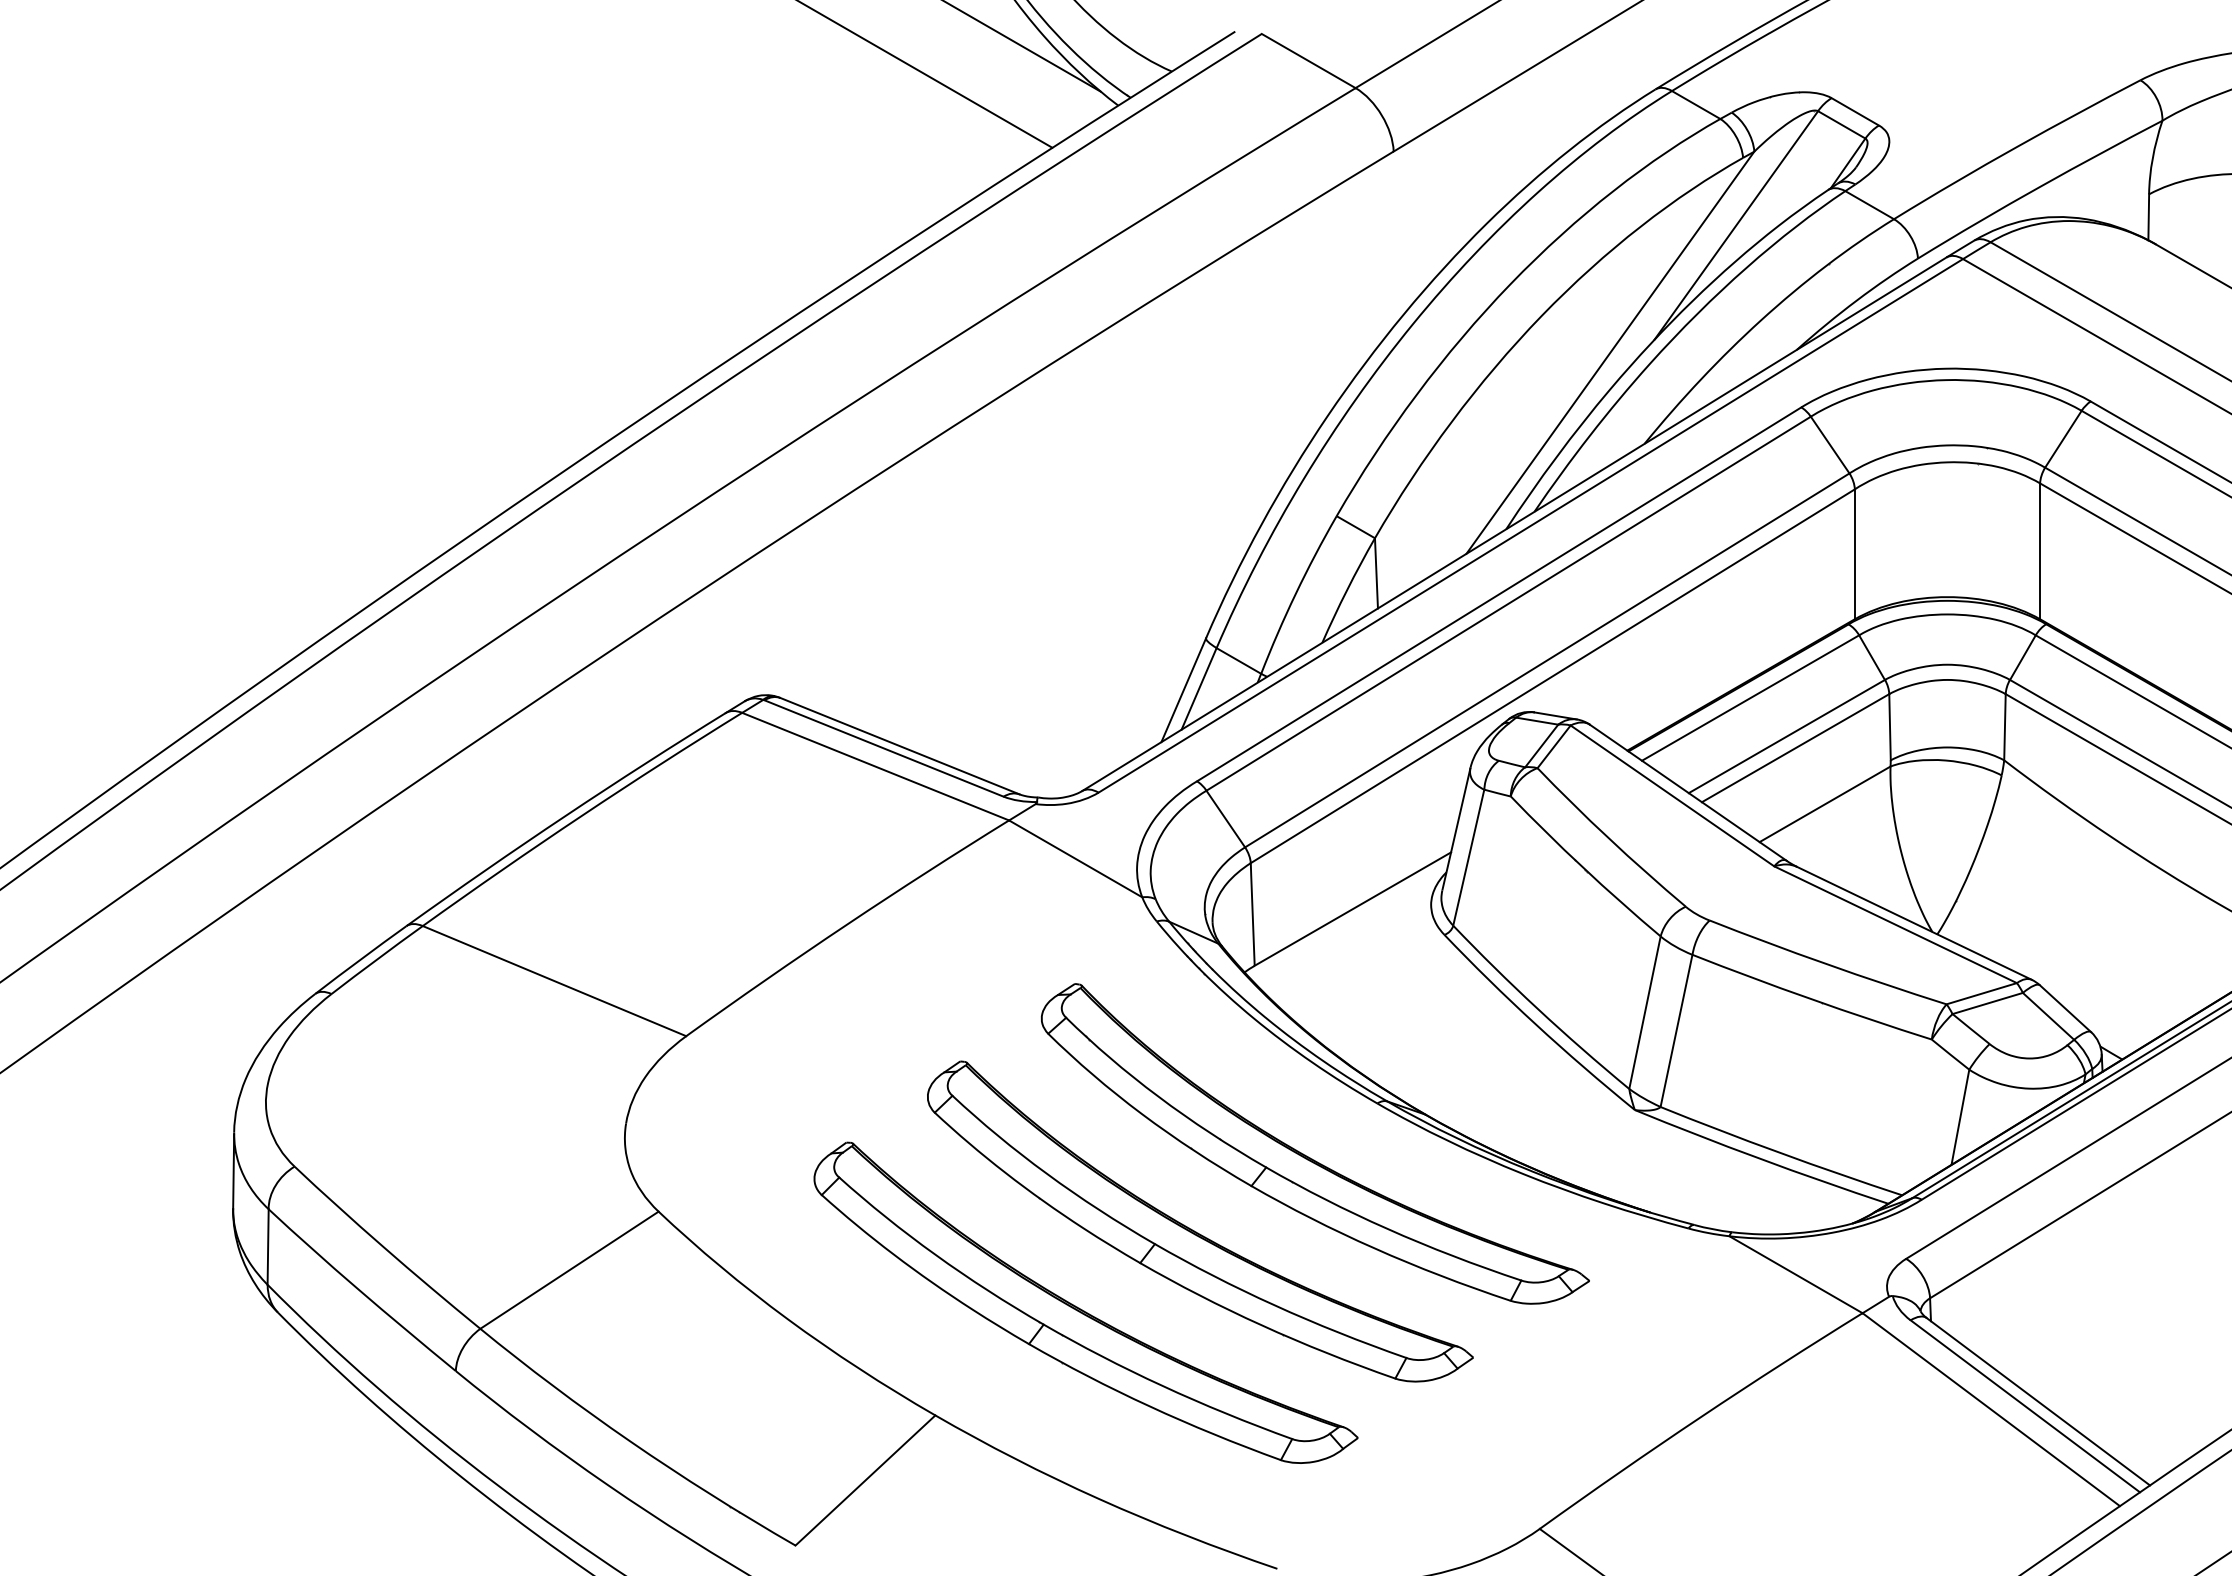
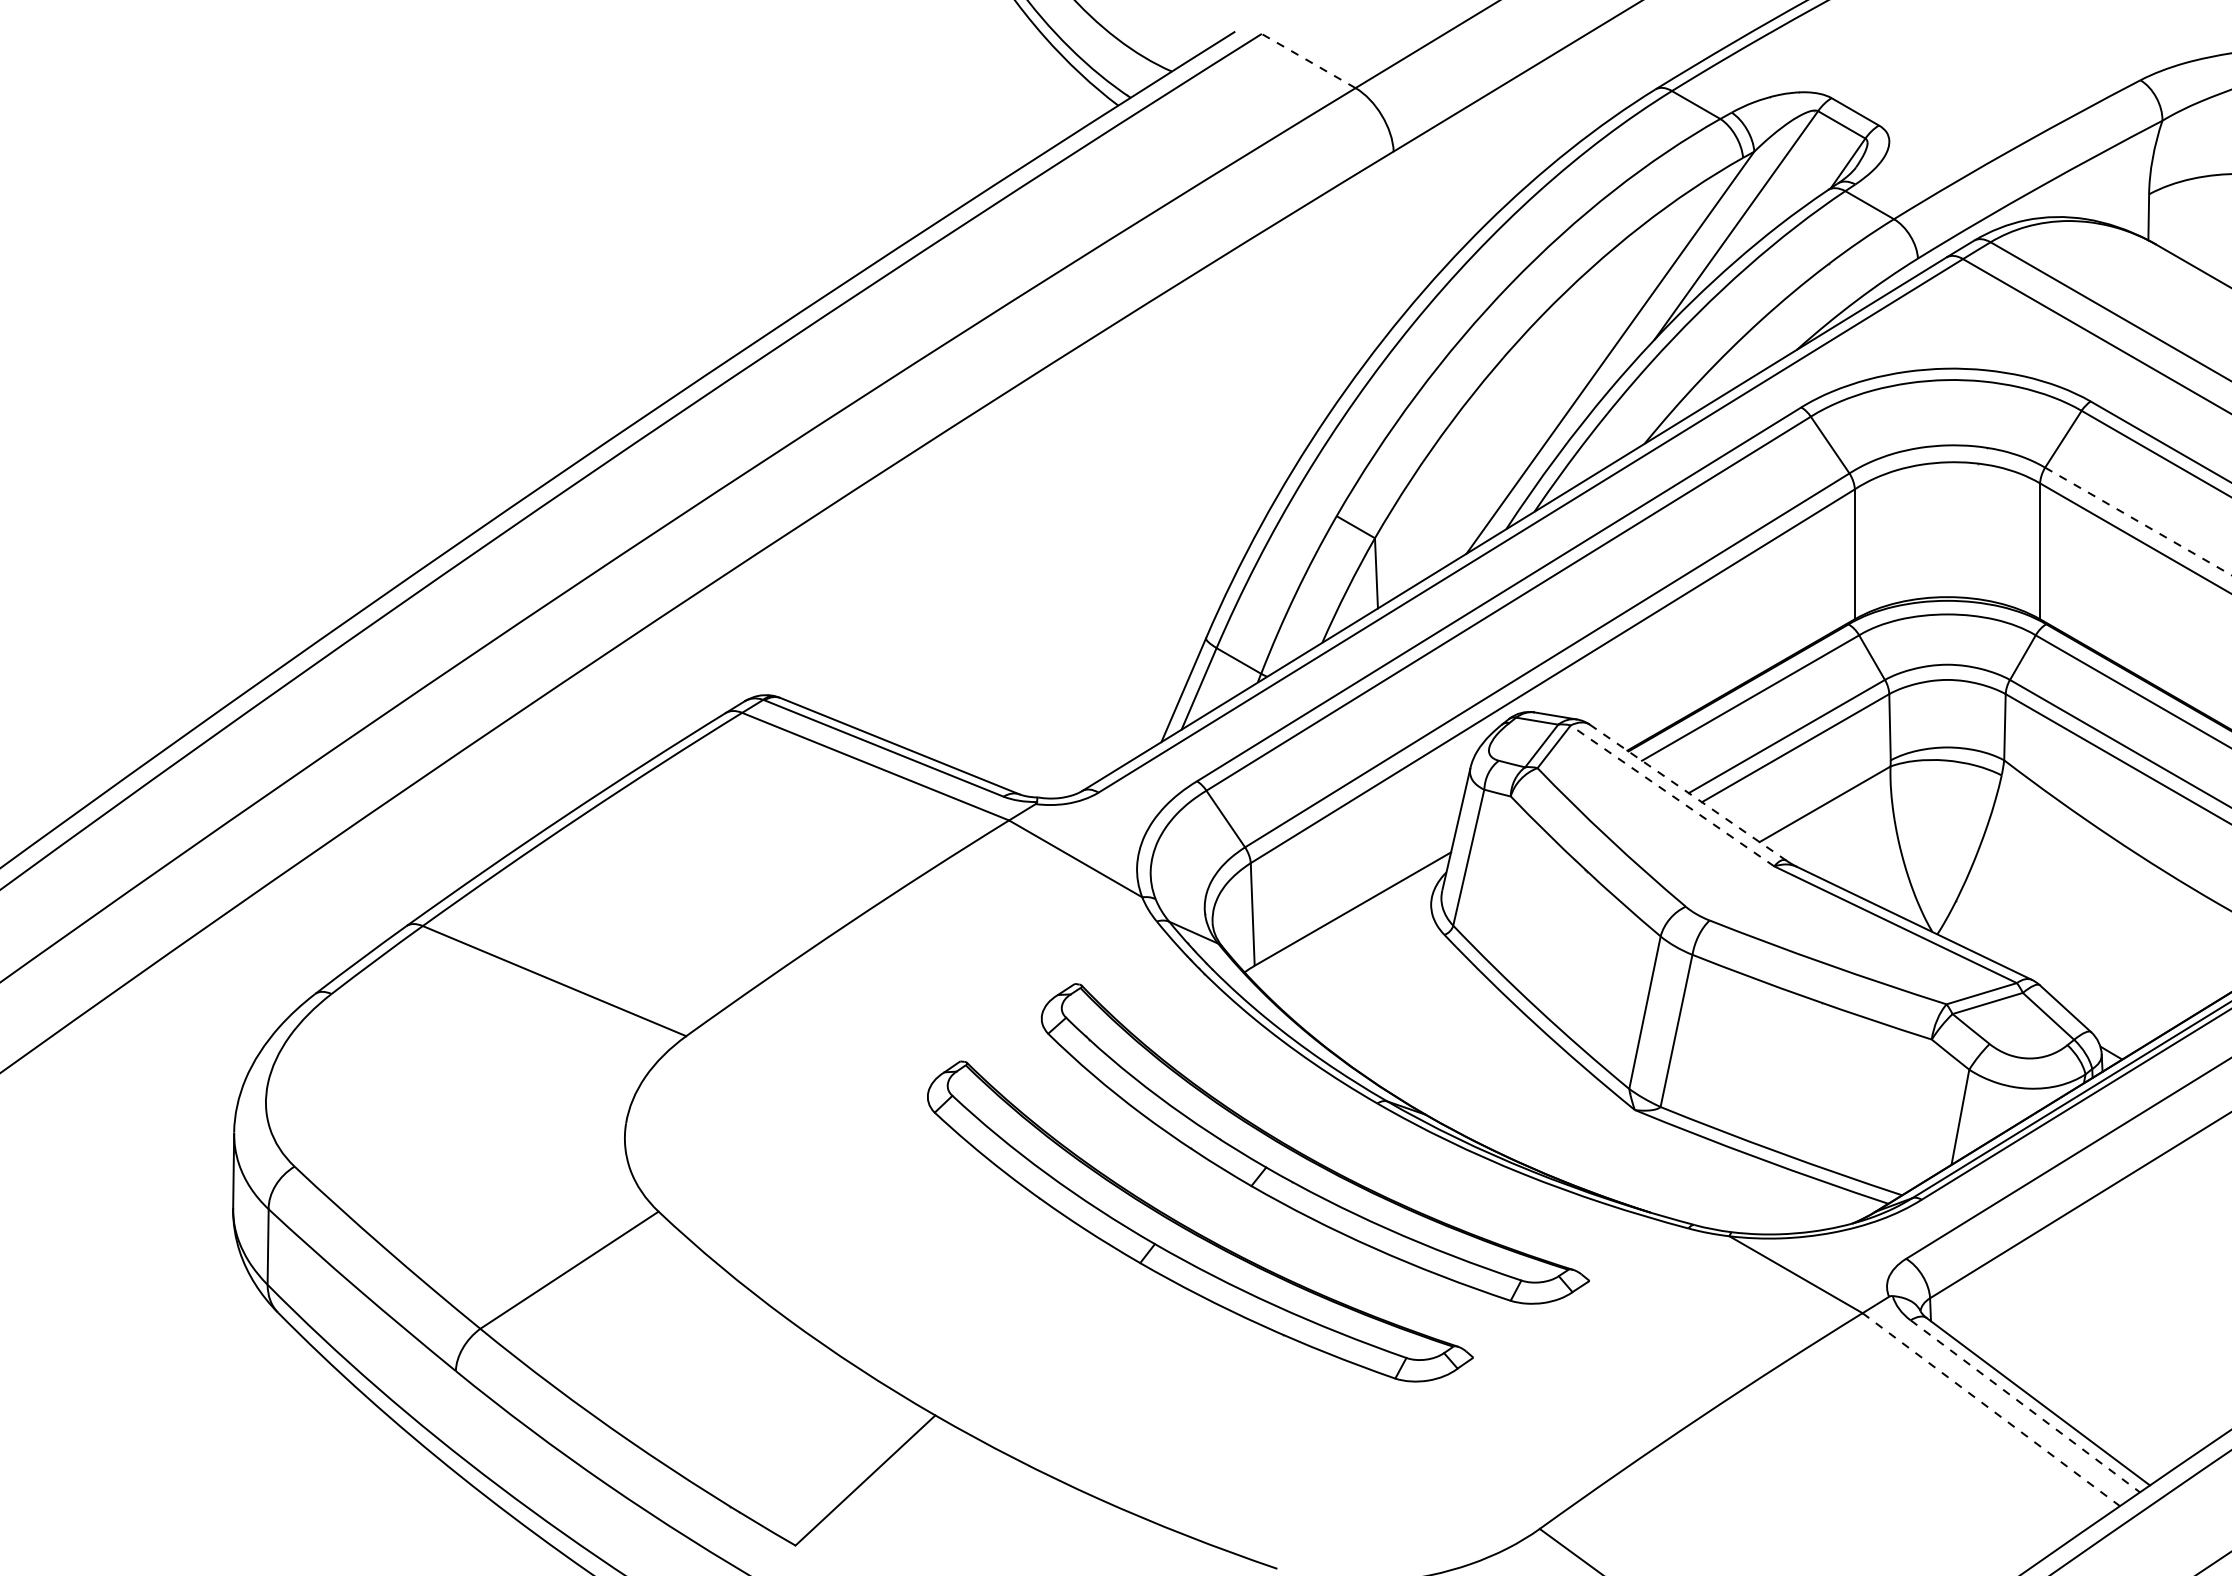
line at (1022, 46): present -> none
line at (1308, 60): solid -> dashed
line at (926, 74): present -> none
line at (2138, 521): solid -> dashed
line at (1688, 792): solid -> dashed
line at (1672, 795): solid -> dashed
part at (1082, 1309): present -> none
line at (2025, 1406): solid -> dashed
line at (1991, 1409): solid -> dashed
